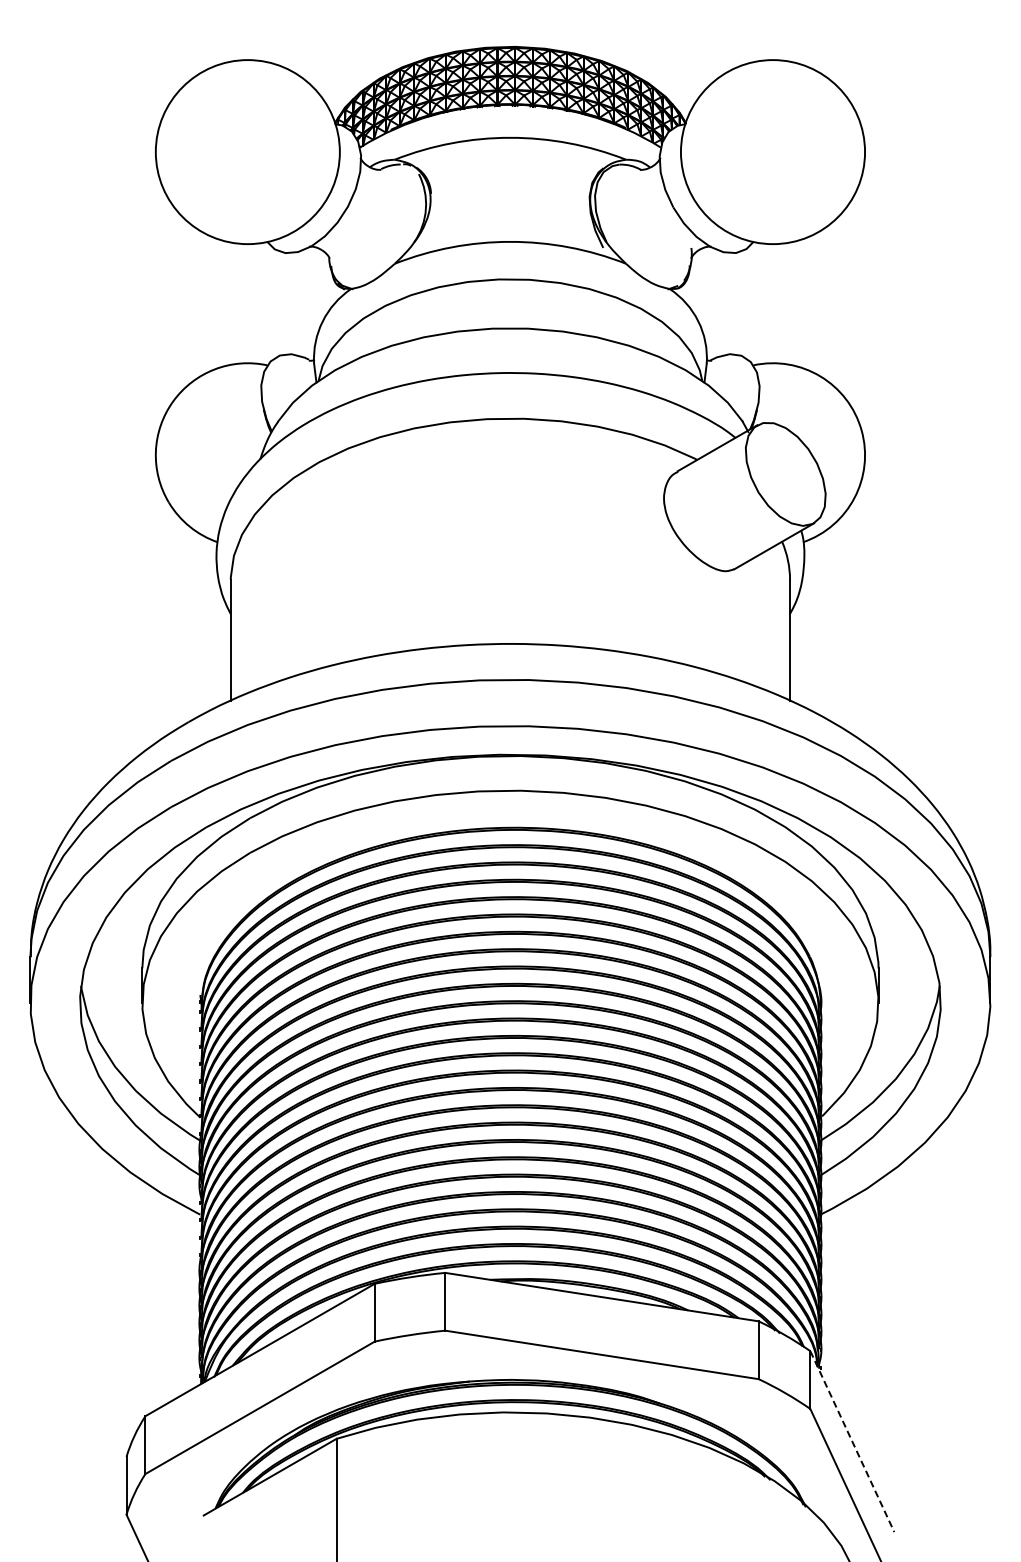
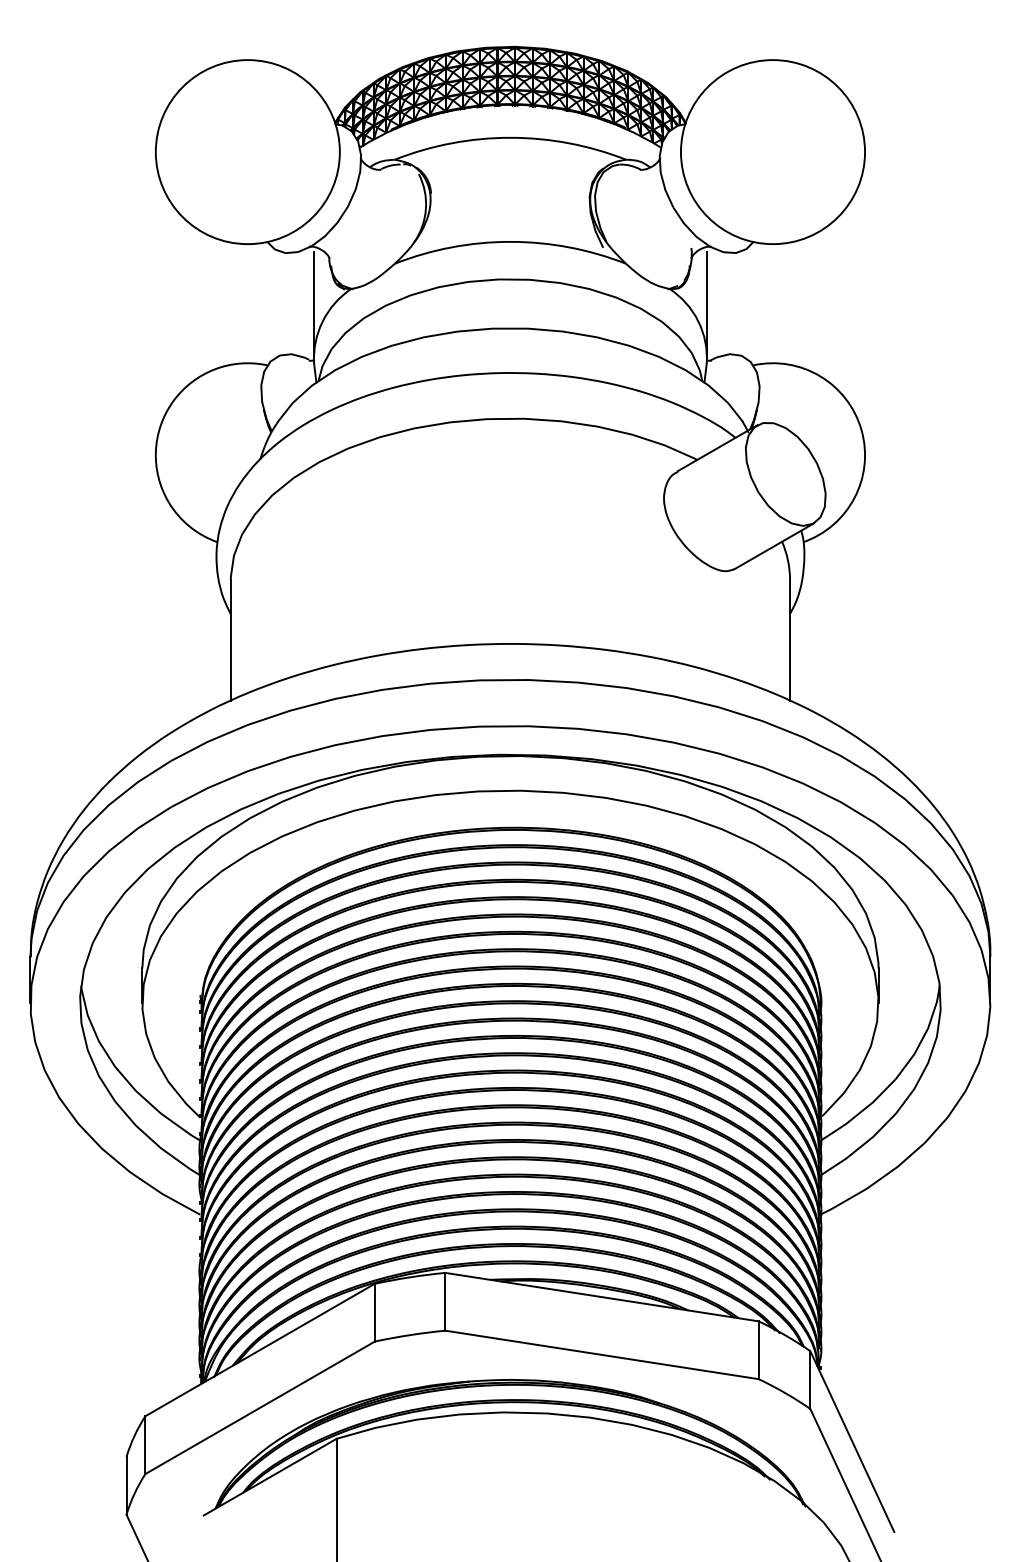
line at (313, 303): none -> present
line at (707, 303): none -> present
line at (852, 1441): dashed -> solid
